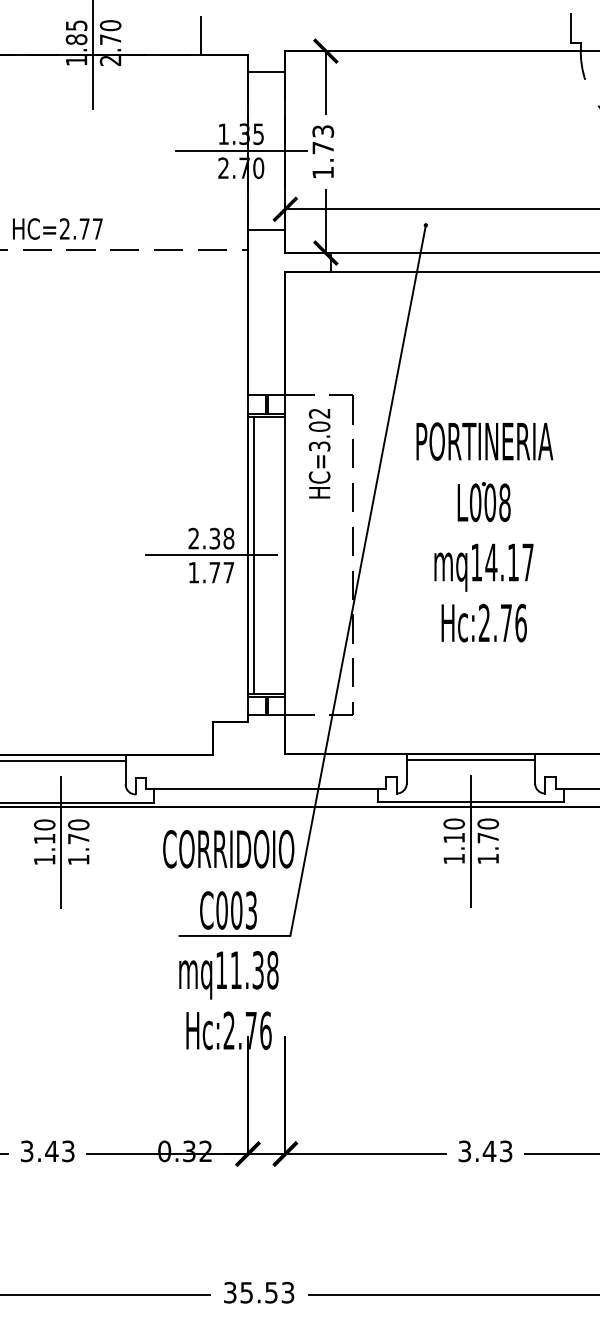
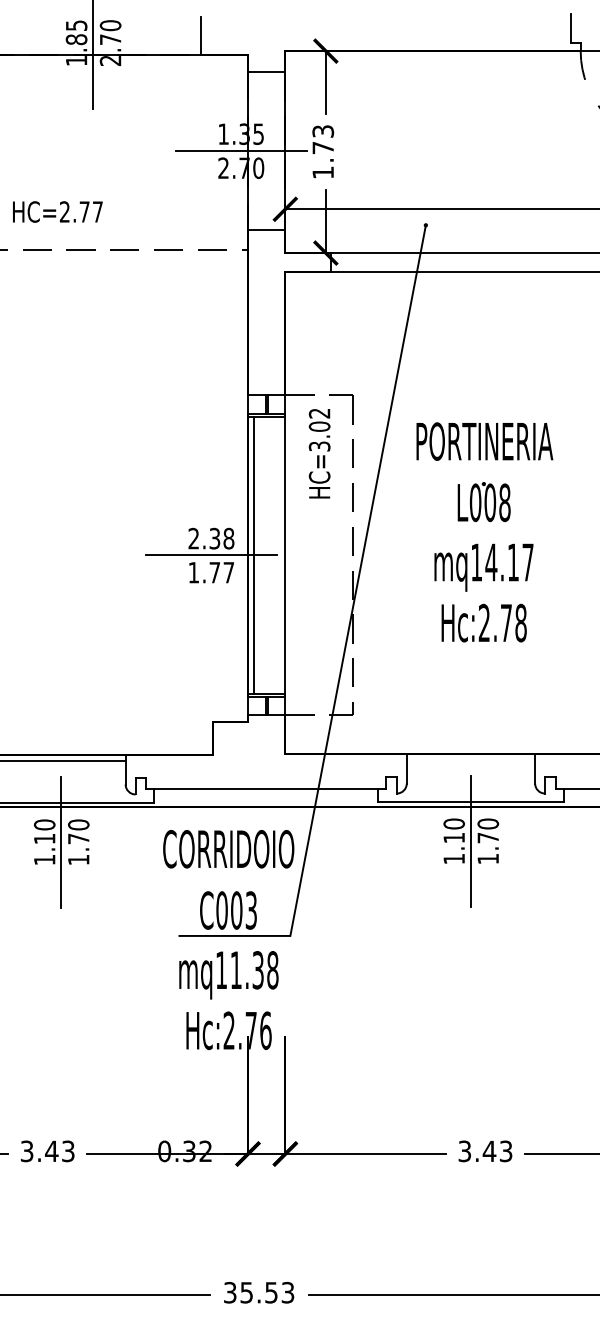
text at (57, 228) position: (57, 228) -> (57, 211)
text at (520, 622): Hc:2.76 -> Hc:2.78
line at (470, 759): present -> none
